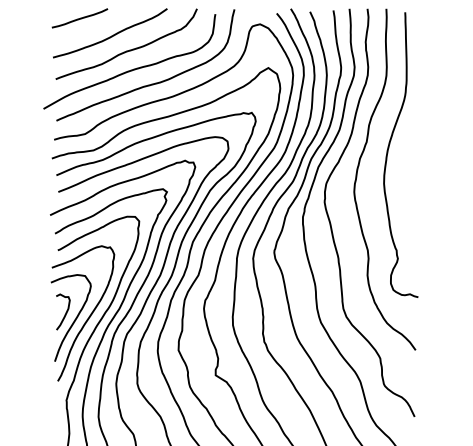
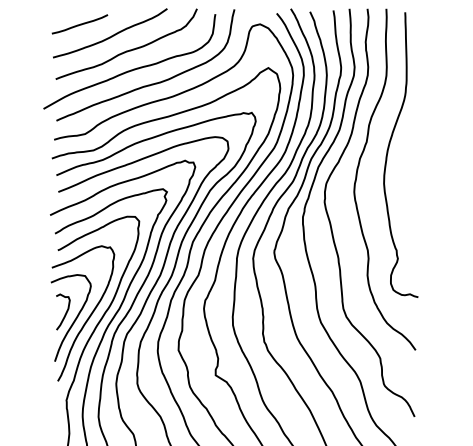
line at (79, 18) position: (79, 18) -> (79, 24)
